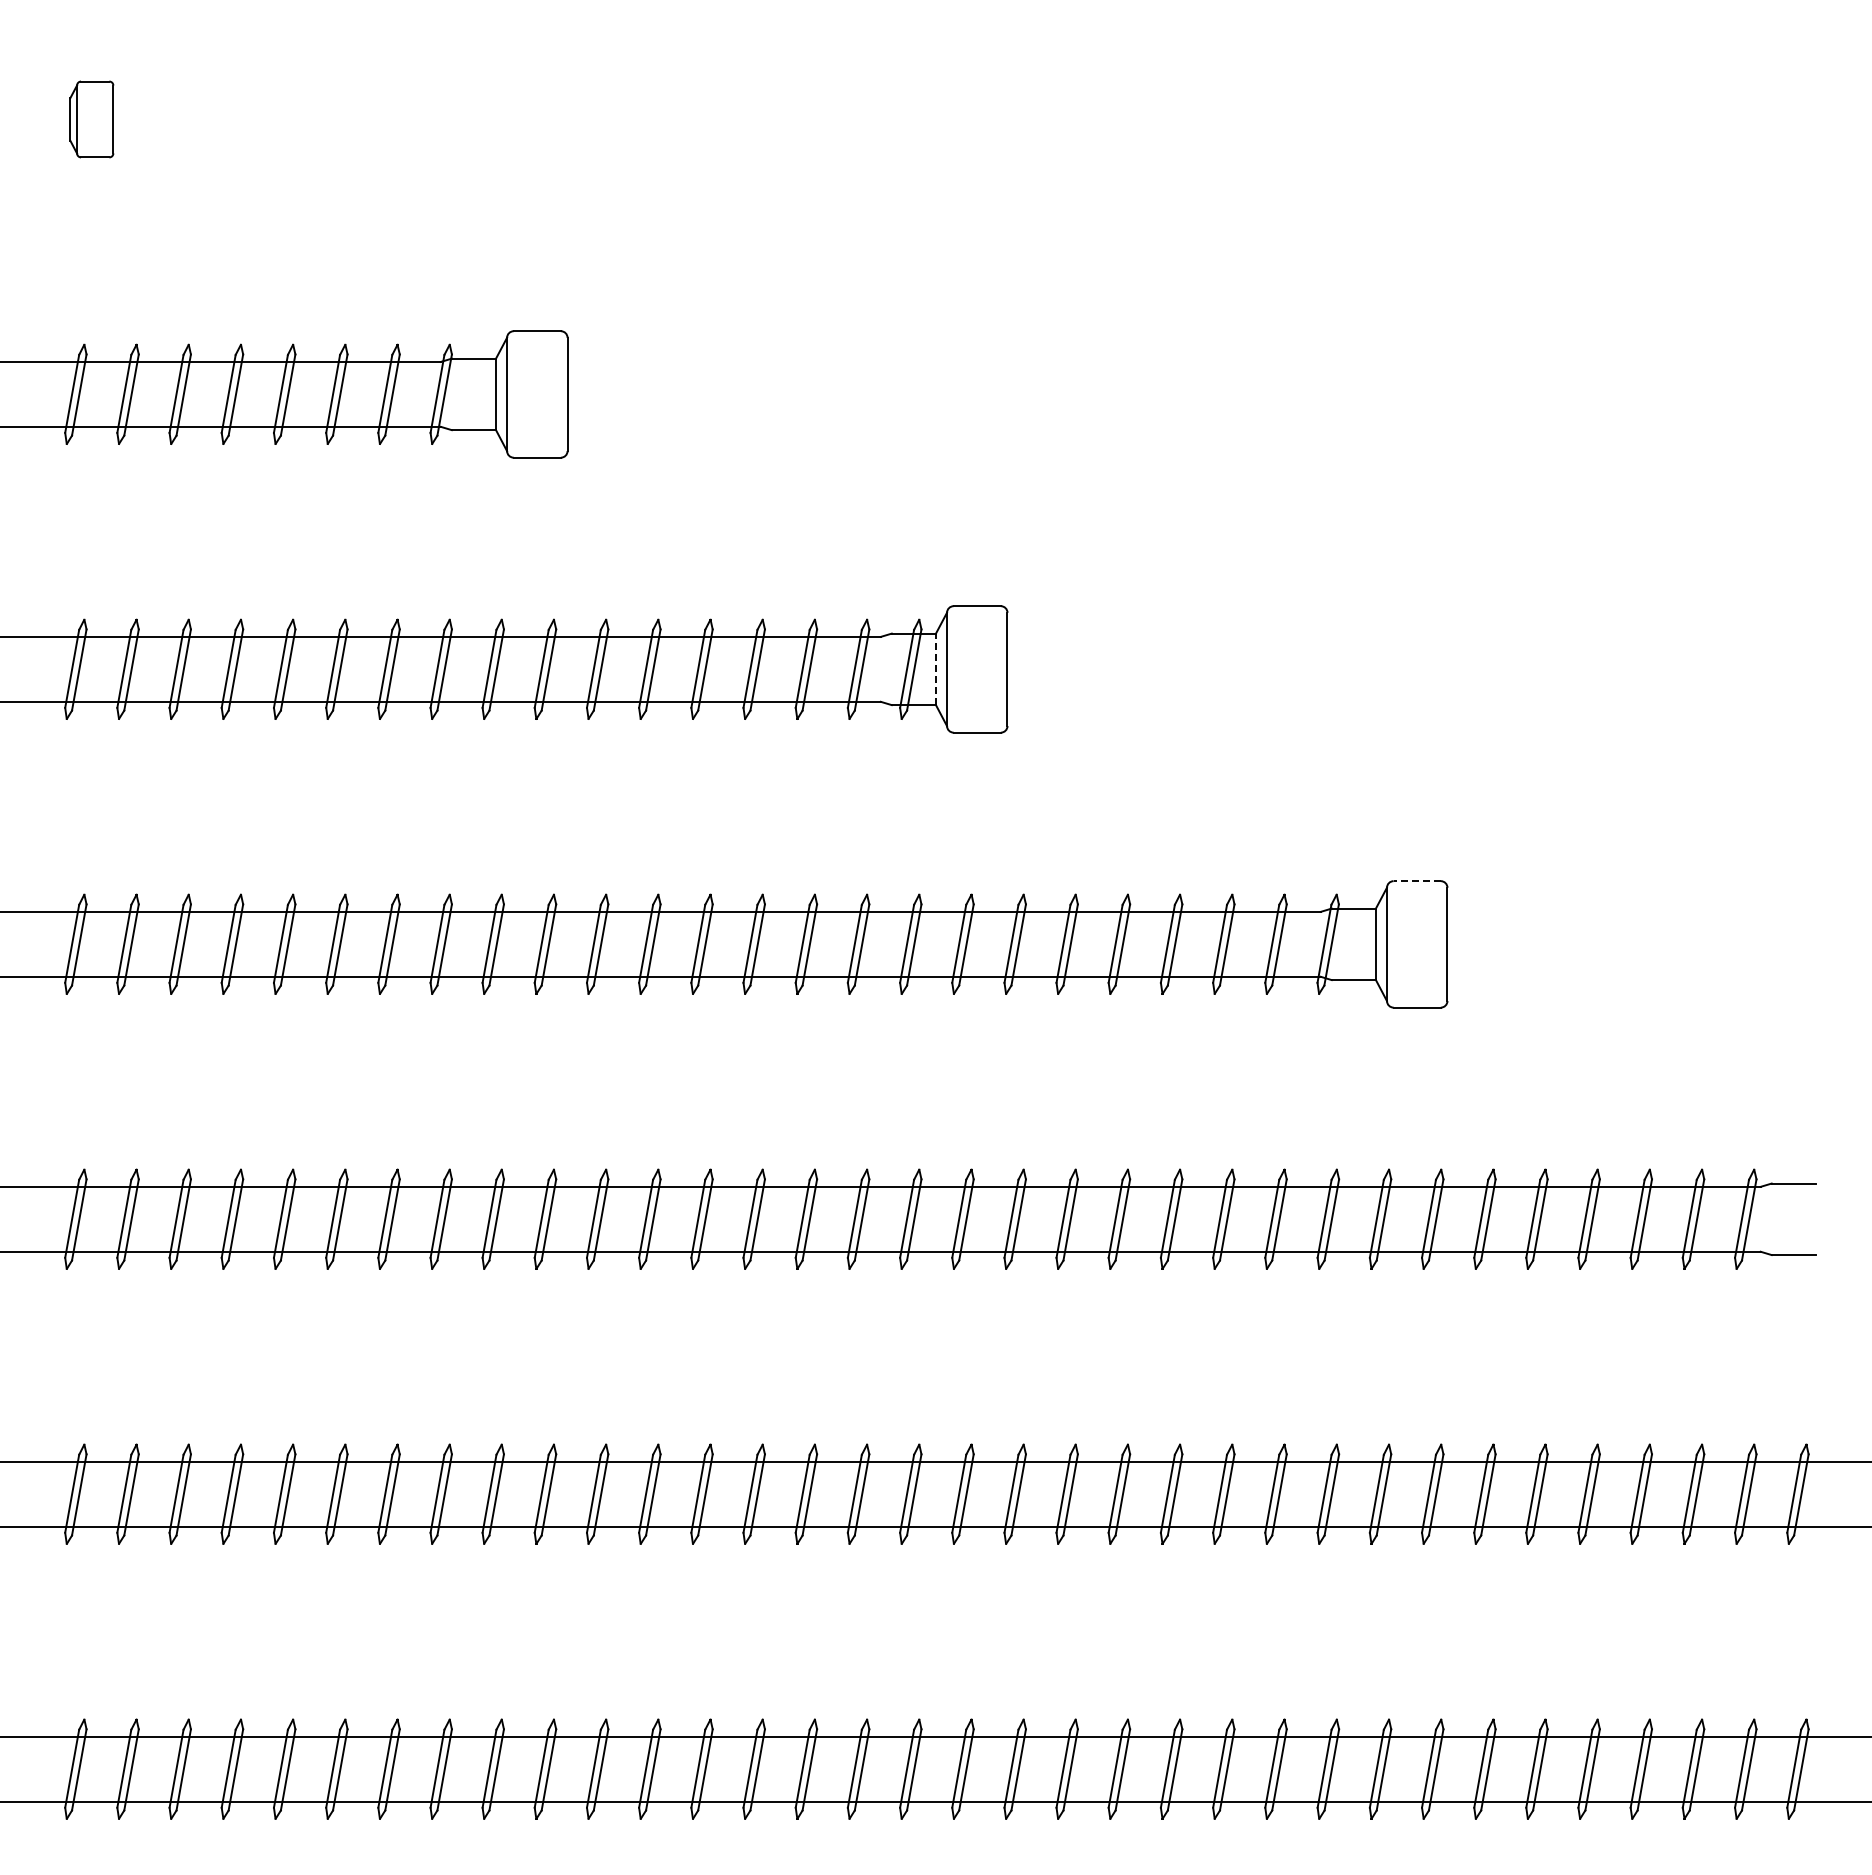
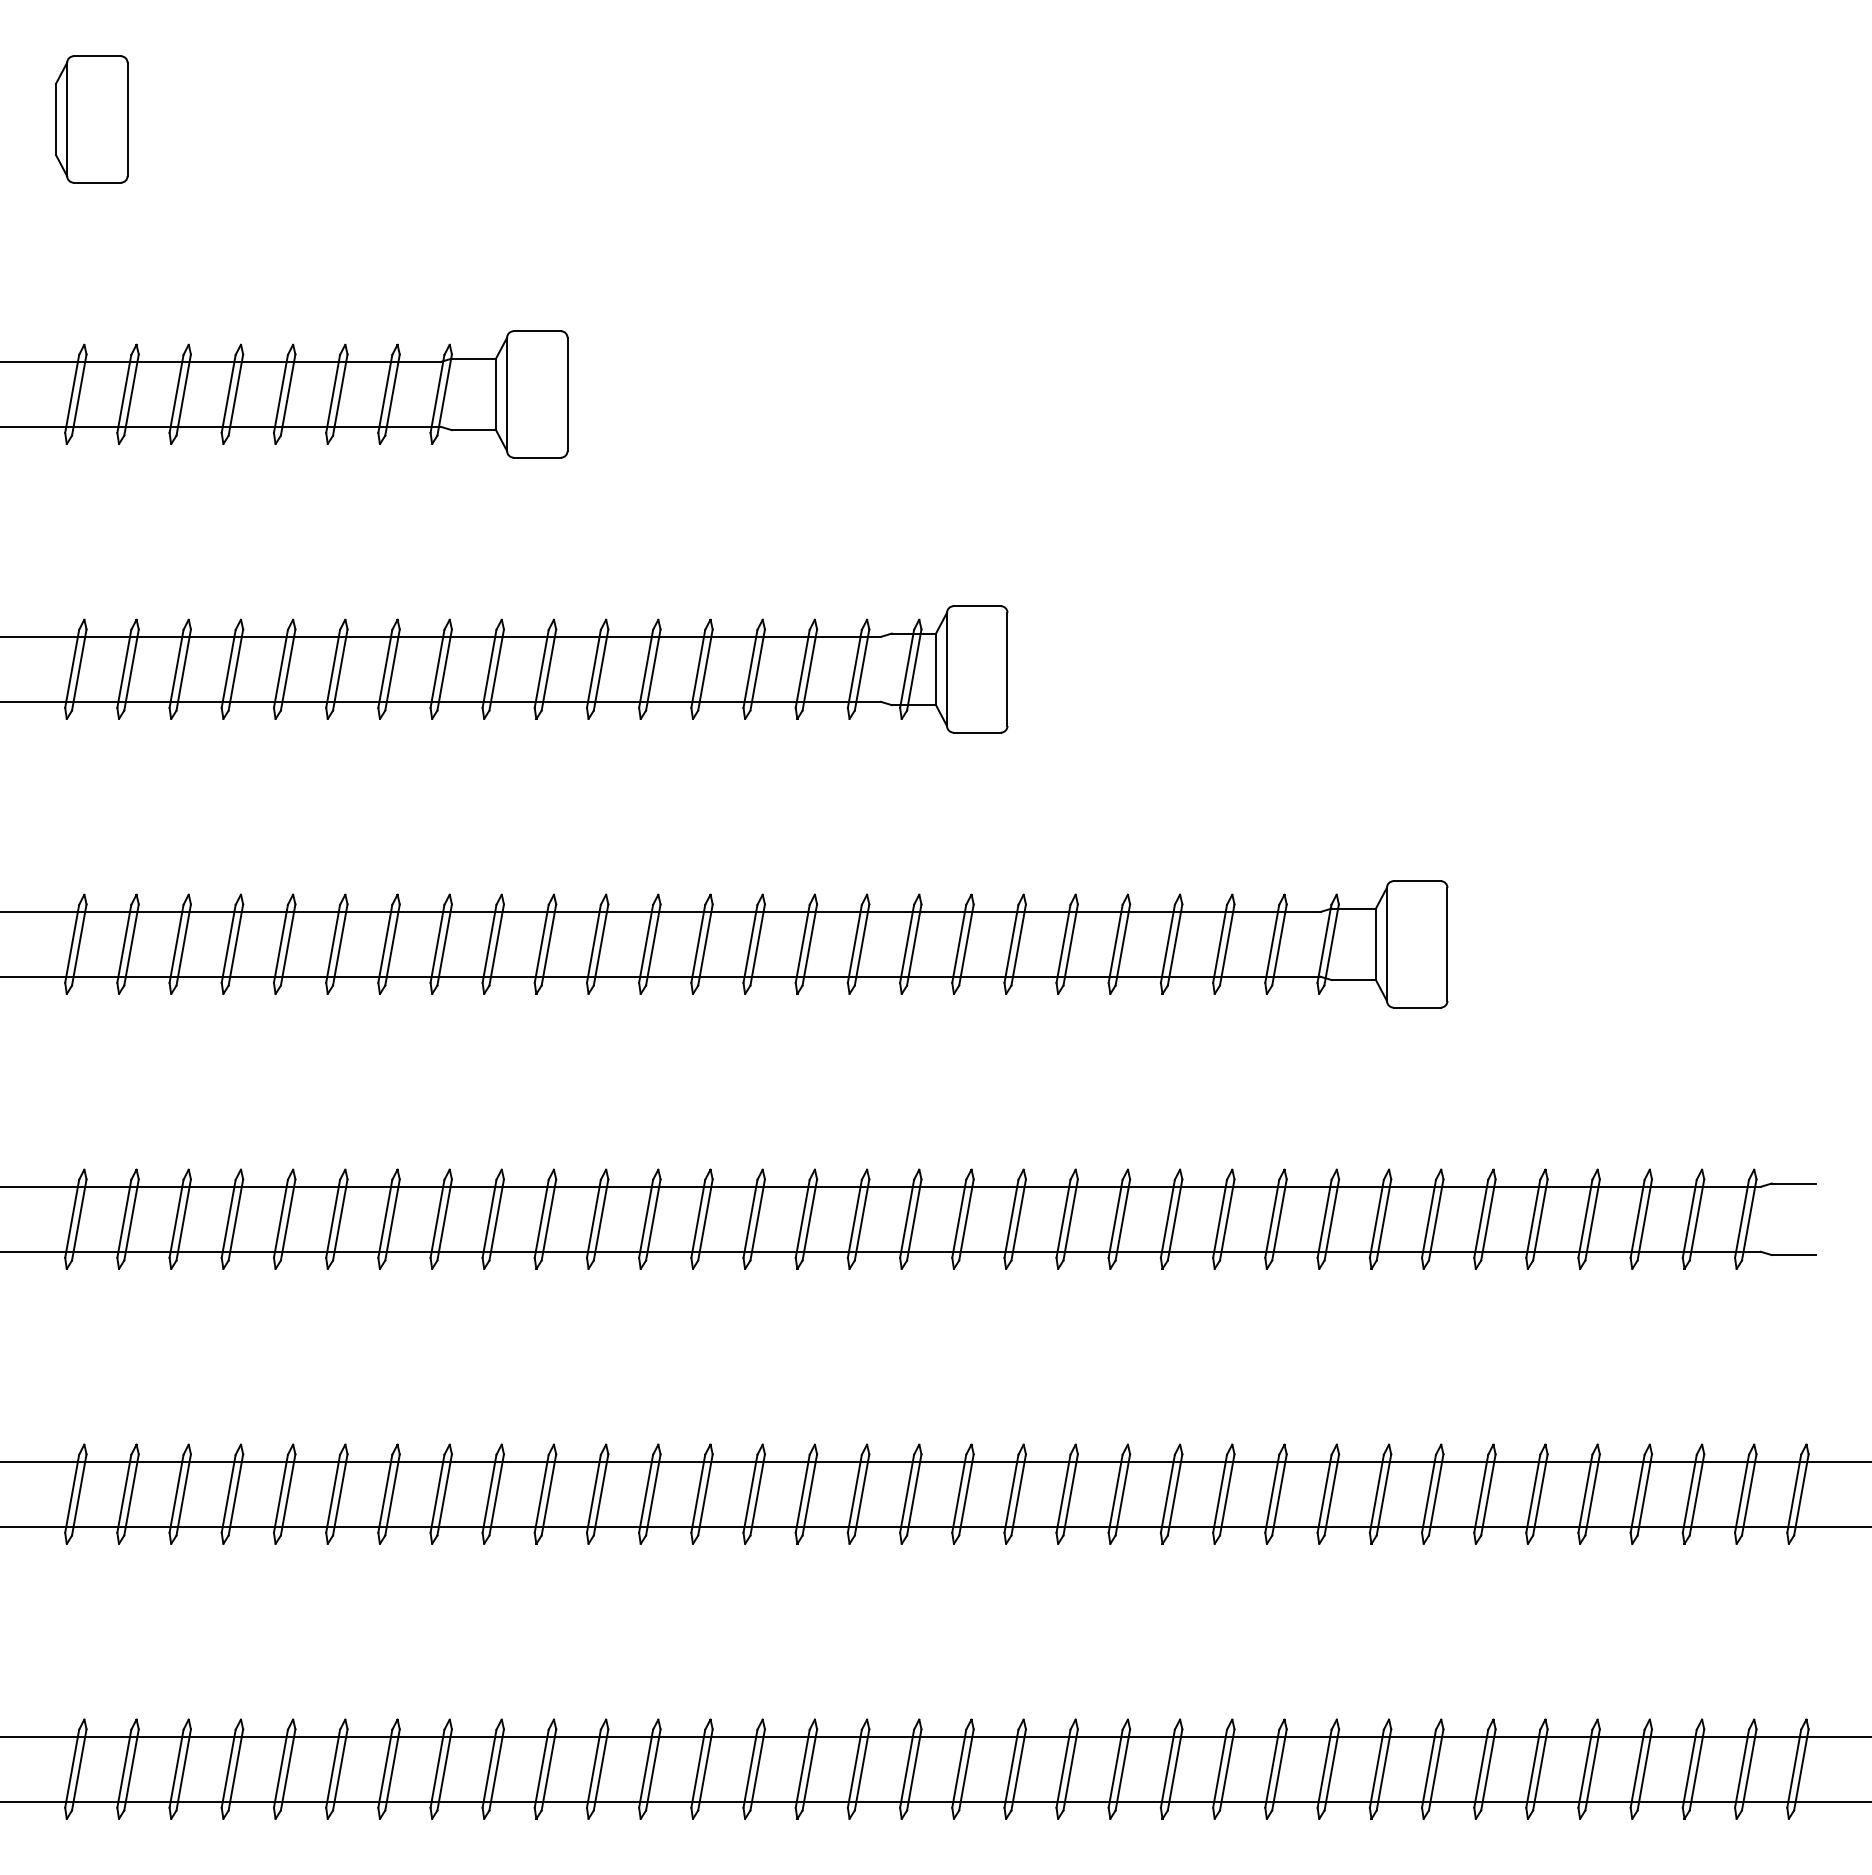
part at (91, 119) size: 46x79 px -> 74x129 px
line at (935, 669): dashed -> solid
line at (1417, 881): dashed -> solid
